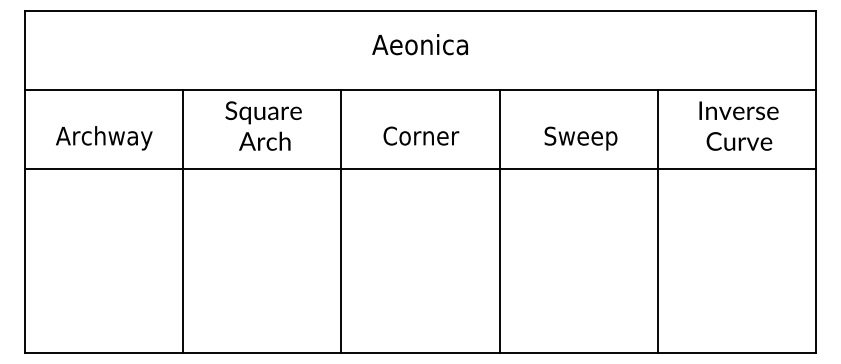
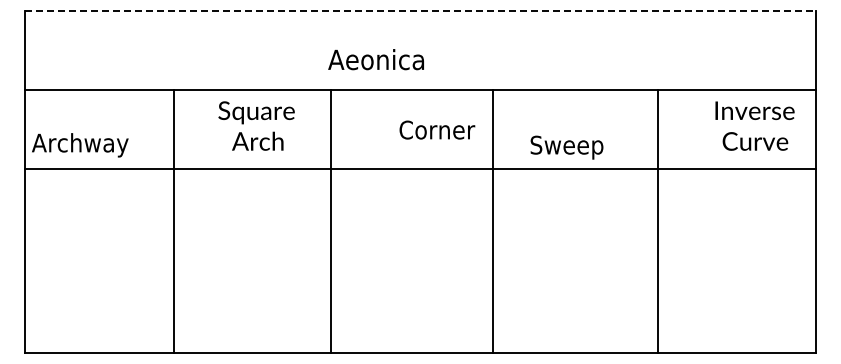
line at (420, 10): solid -> dashed
text at (419, 44) position: (419, 44) -> (375, 59)
text at (263, 125) position: (263, 125) -> (256, 125)
text at (738, 125) position: (738, 125) -> (754, 125)
text at (421, 135) position: (421, 135) -> (437, 129)
text at (104, 138) position: (104, 138) -> (80, 145)
text at (580, 138) position: (580, 138) -> (566, 147)
line at (183, 221) position: (183, 221) -> (174, 221)
line at (341, 221) position: (341, 221) -> (331, 221)
line at (499, 221) position: (499, 221) -> (492, 221)
